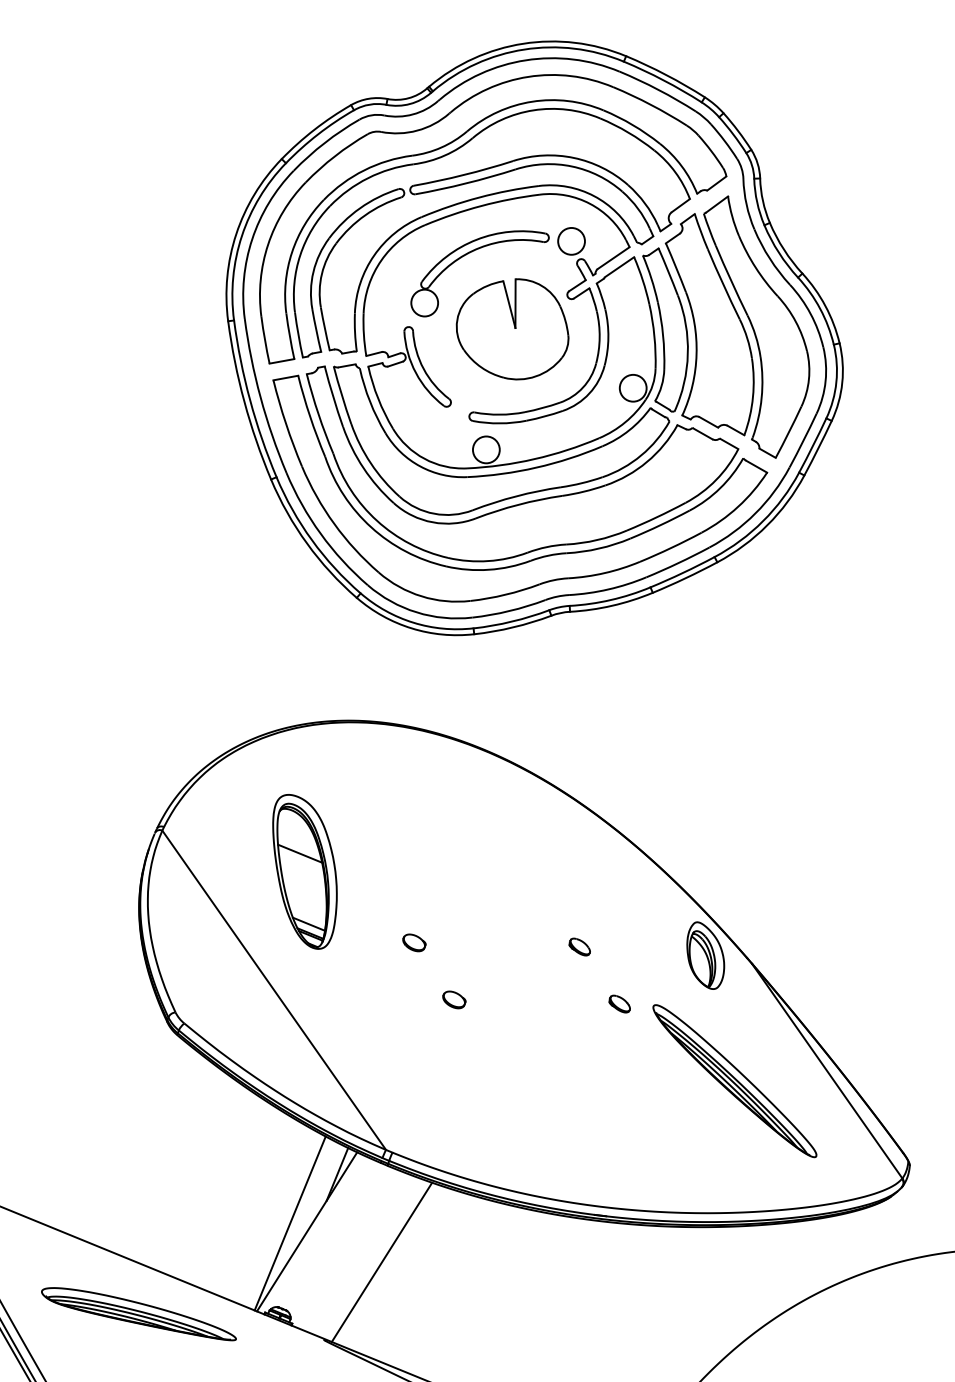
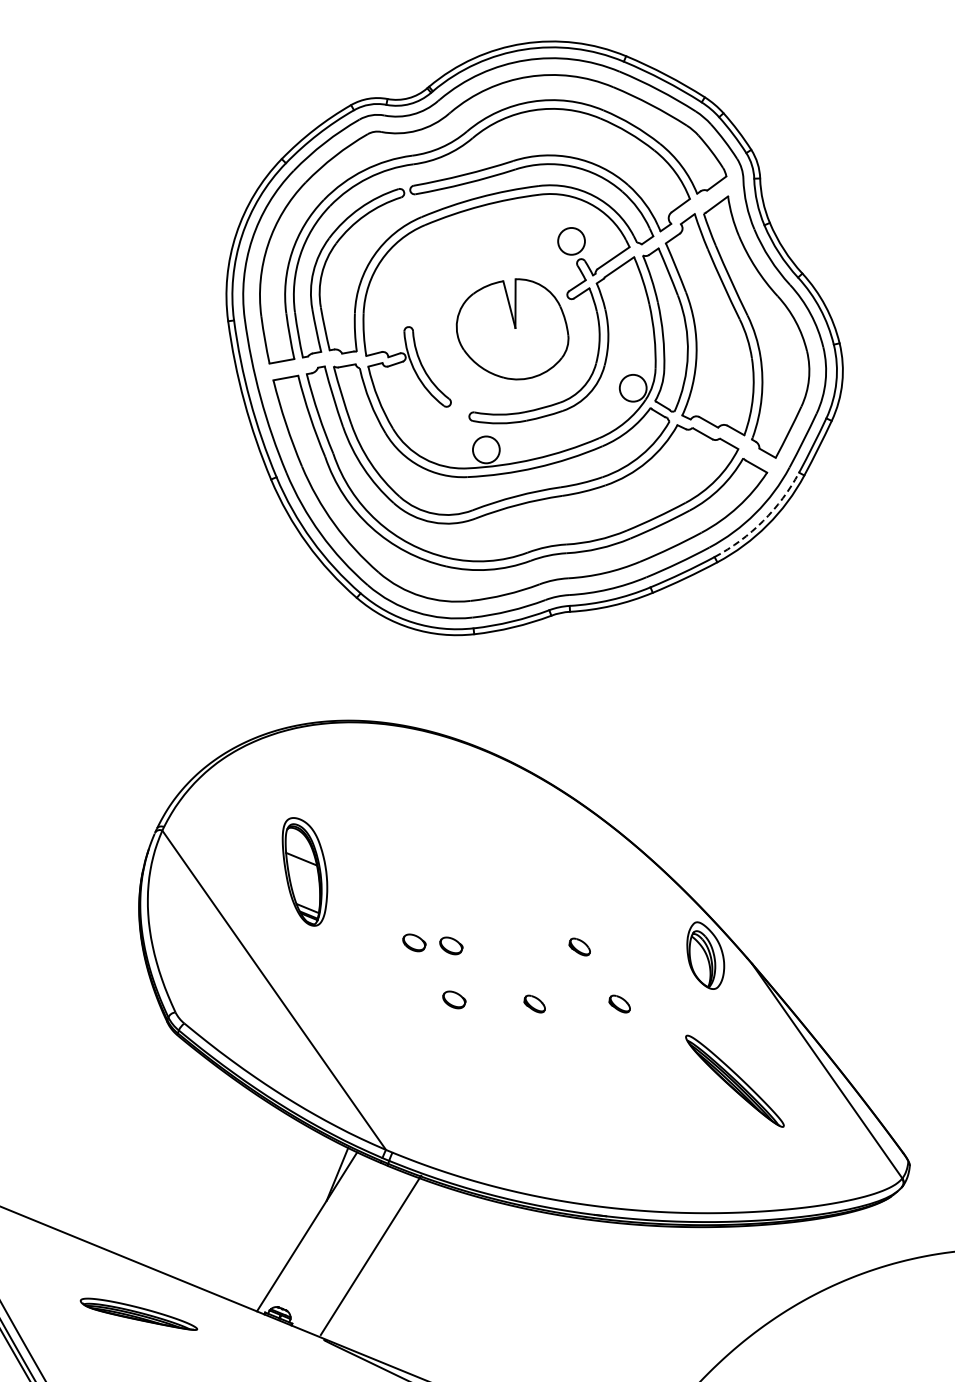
part at (470, 253): present -> none
arc at (763, 521): solid -> dashed
part at (304, 871) size: 66x156 px -> 48x110 px
part at (451, 945): none -> present
part at (534, 1003): none -> present
part at (734, 1081) size: 166x155 px -> 100x94 px
line at (289, 1223): present -> none
line at (381, 1261) position: (381, 1261) -> (370, 1254)
part at (138, 1314) size: 196x55 px -> 120x34 px
